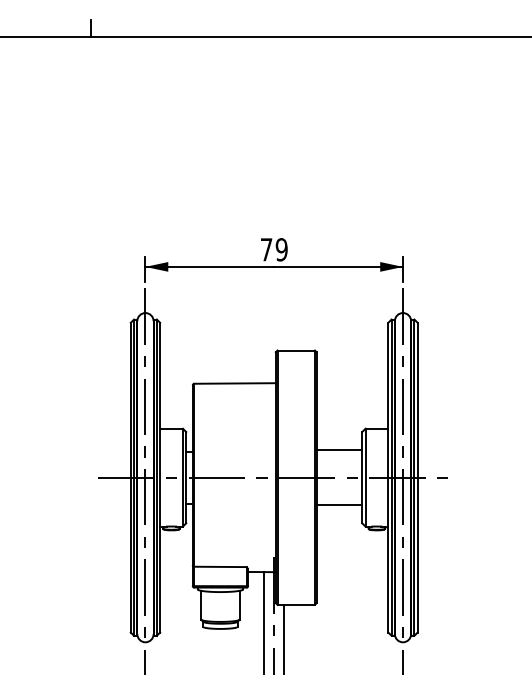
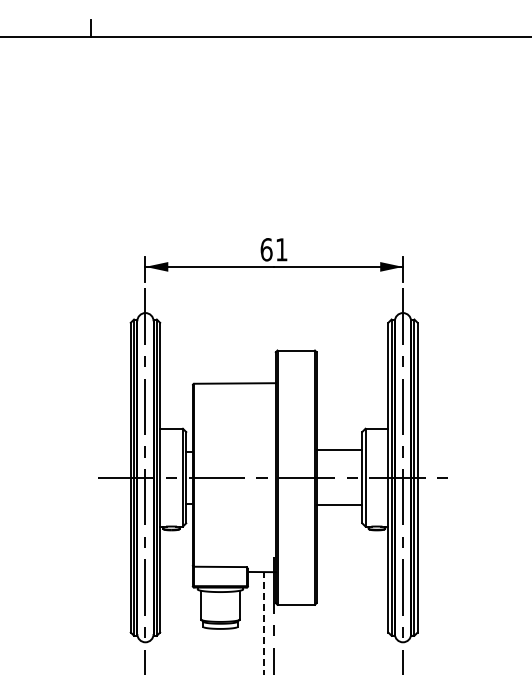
text at (273, 249): 79 -> 61
line at (264, 622): solid -> dashed
line at (284, 637): present -> none
